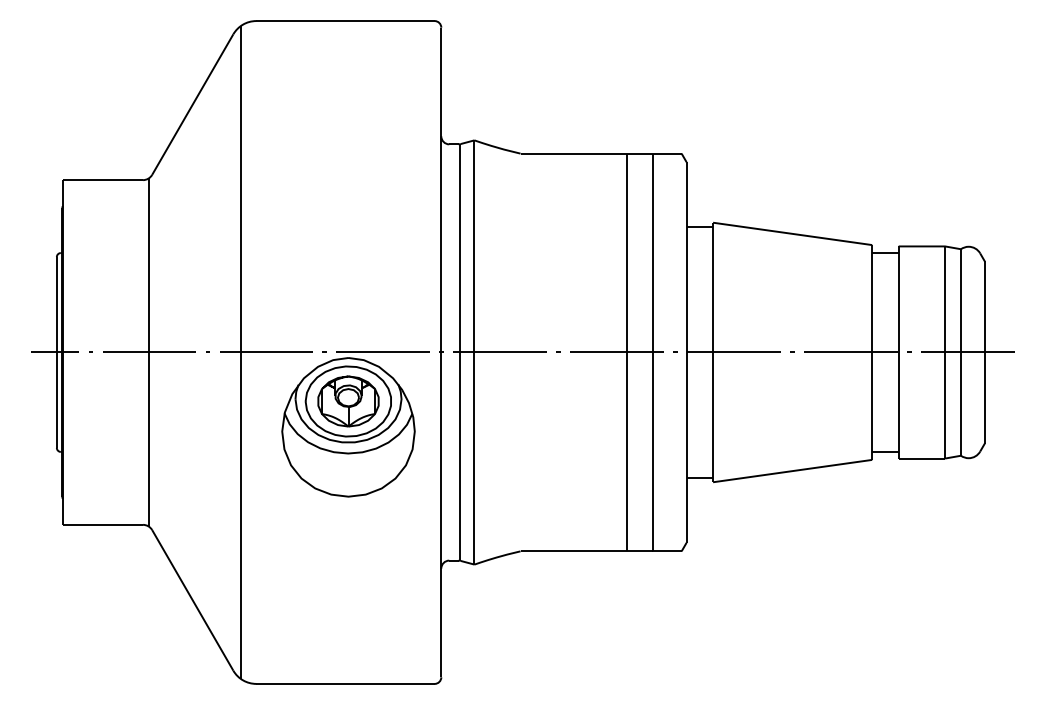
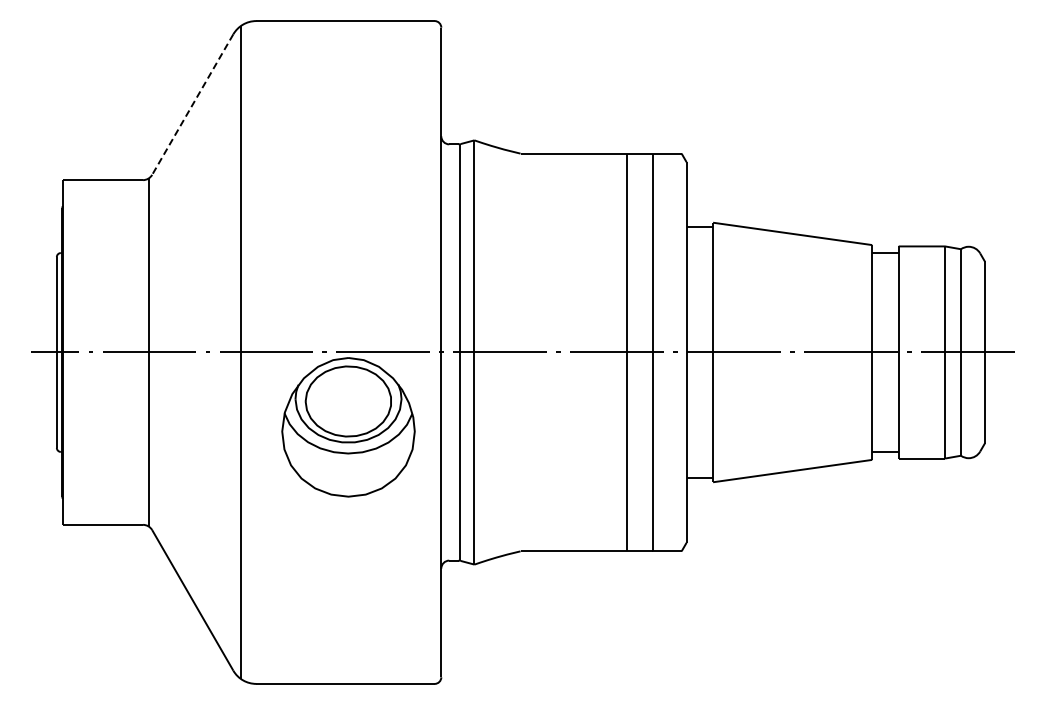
line at (192, 105): solid -> dashed
part at (348, 401): present -> none
